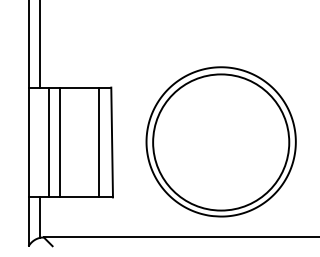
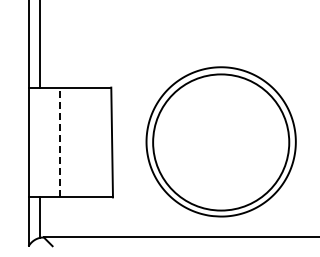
line at (48, 142): present -> none
line at (59, 142): solid -> dashed
line at (99, 142): present -> none
